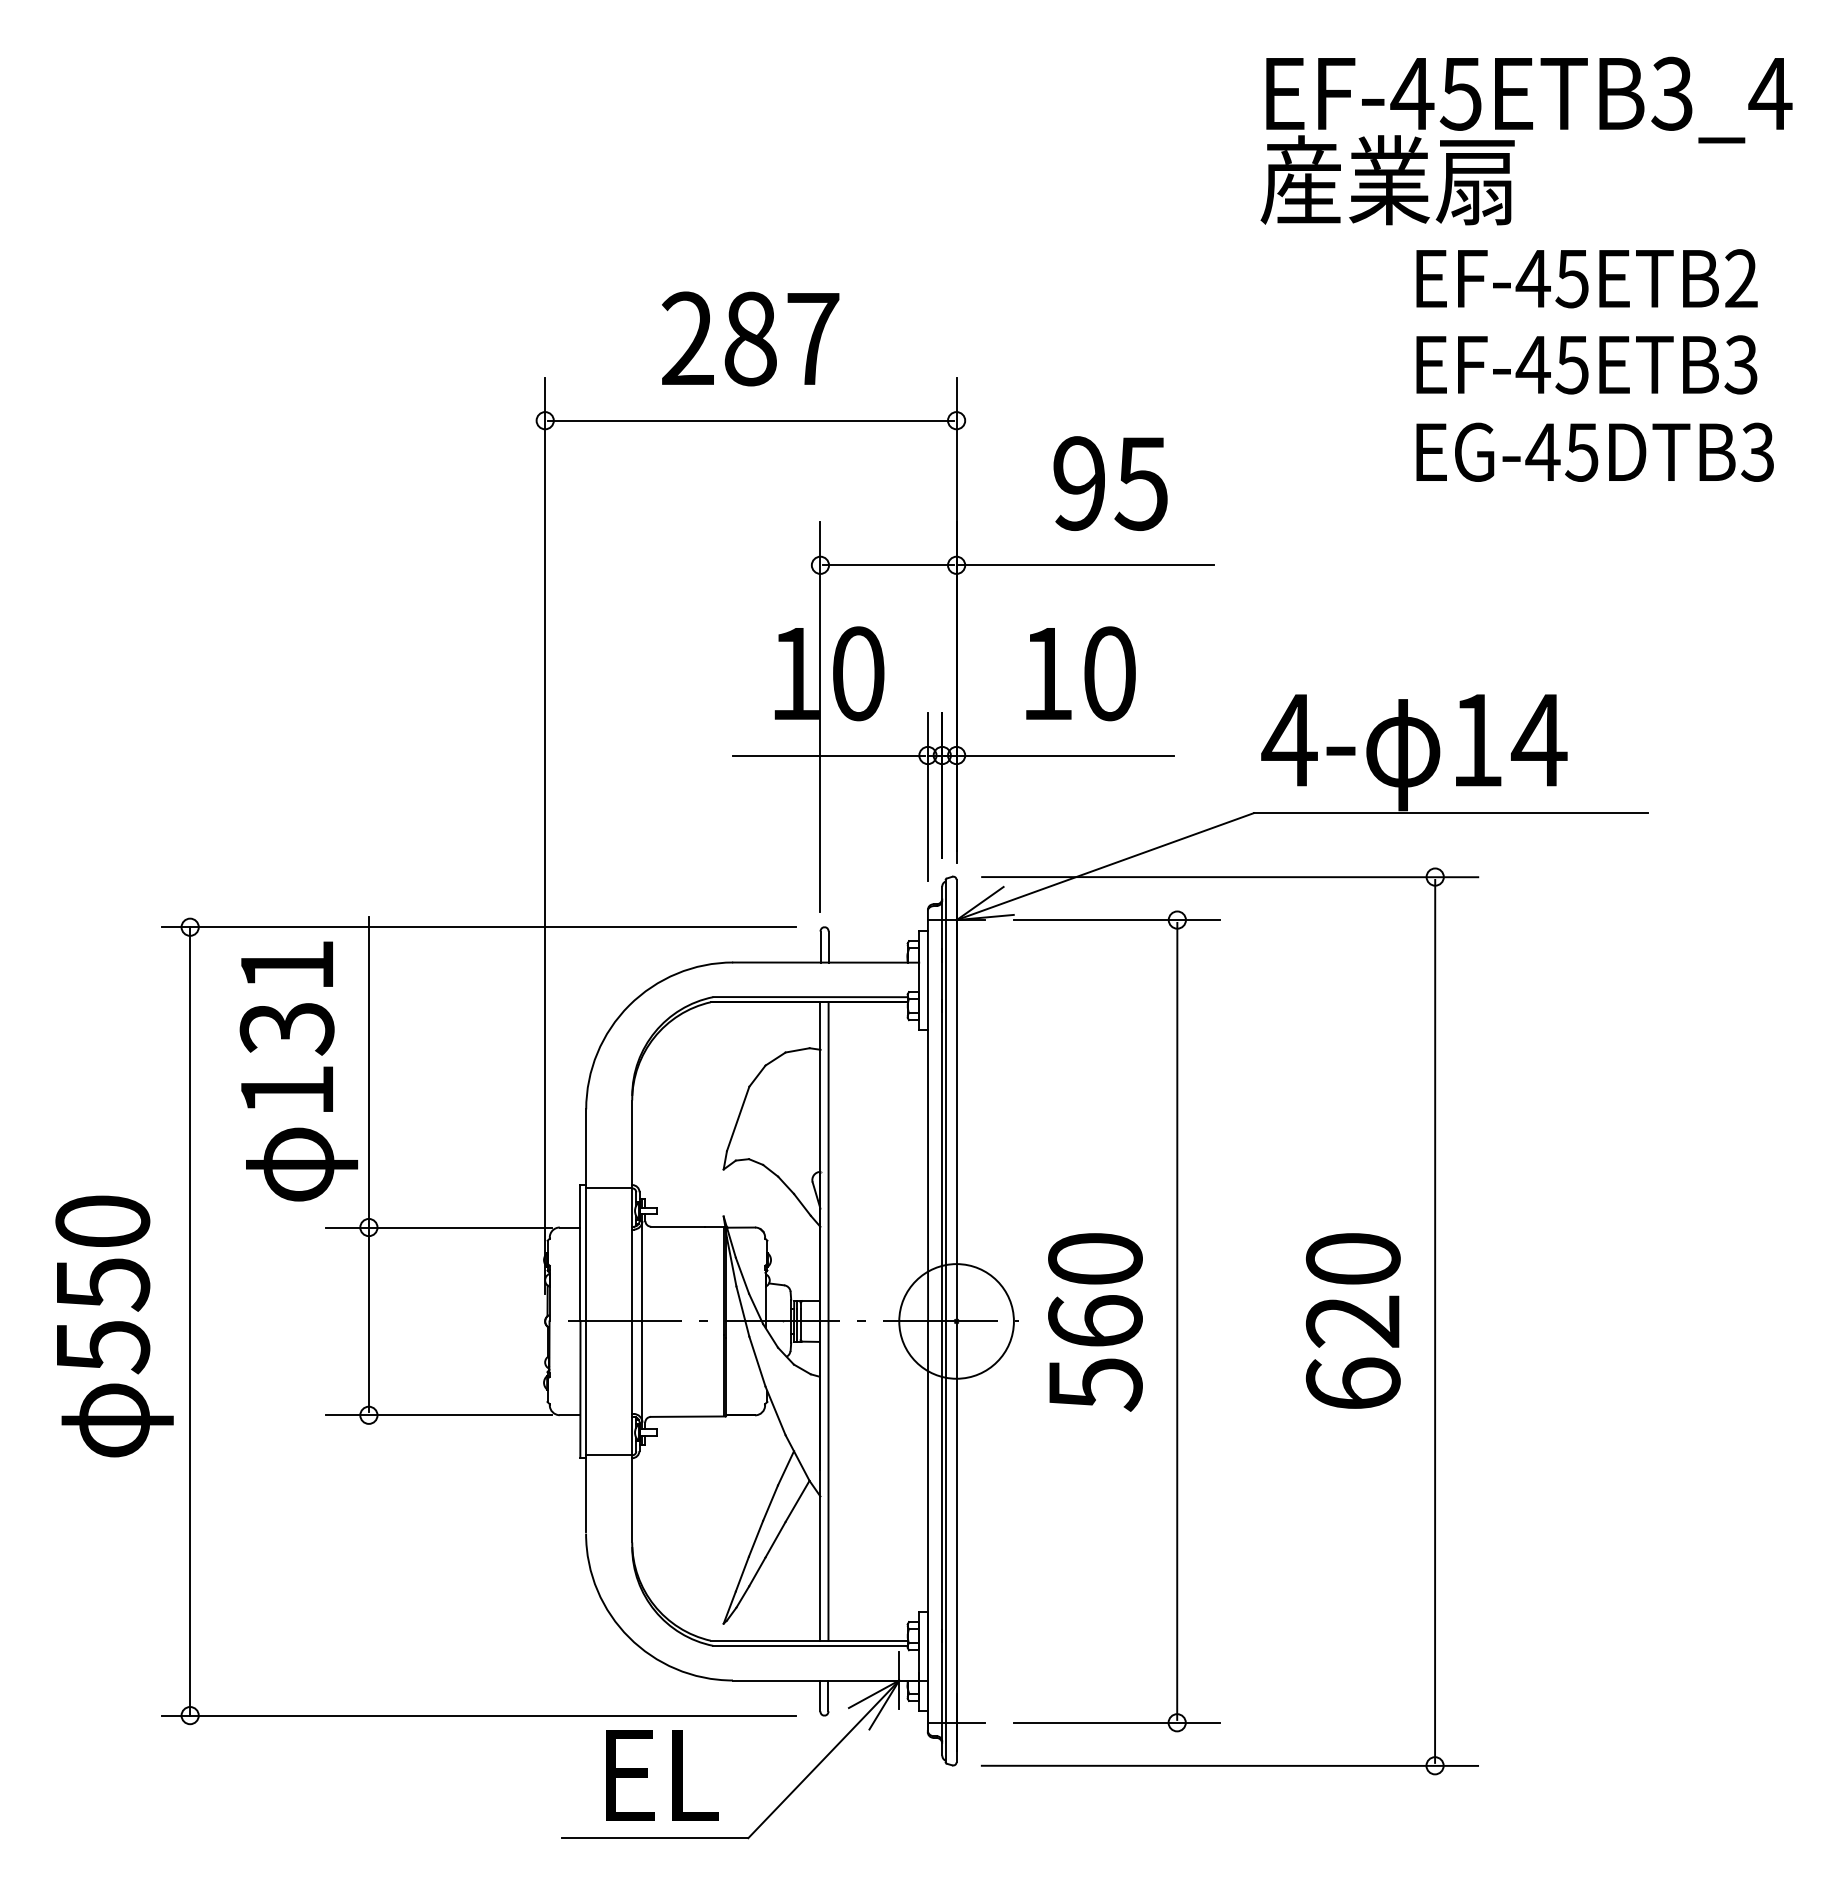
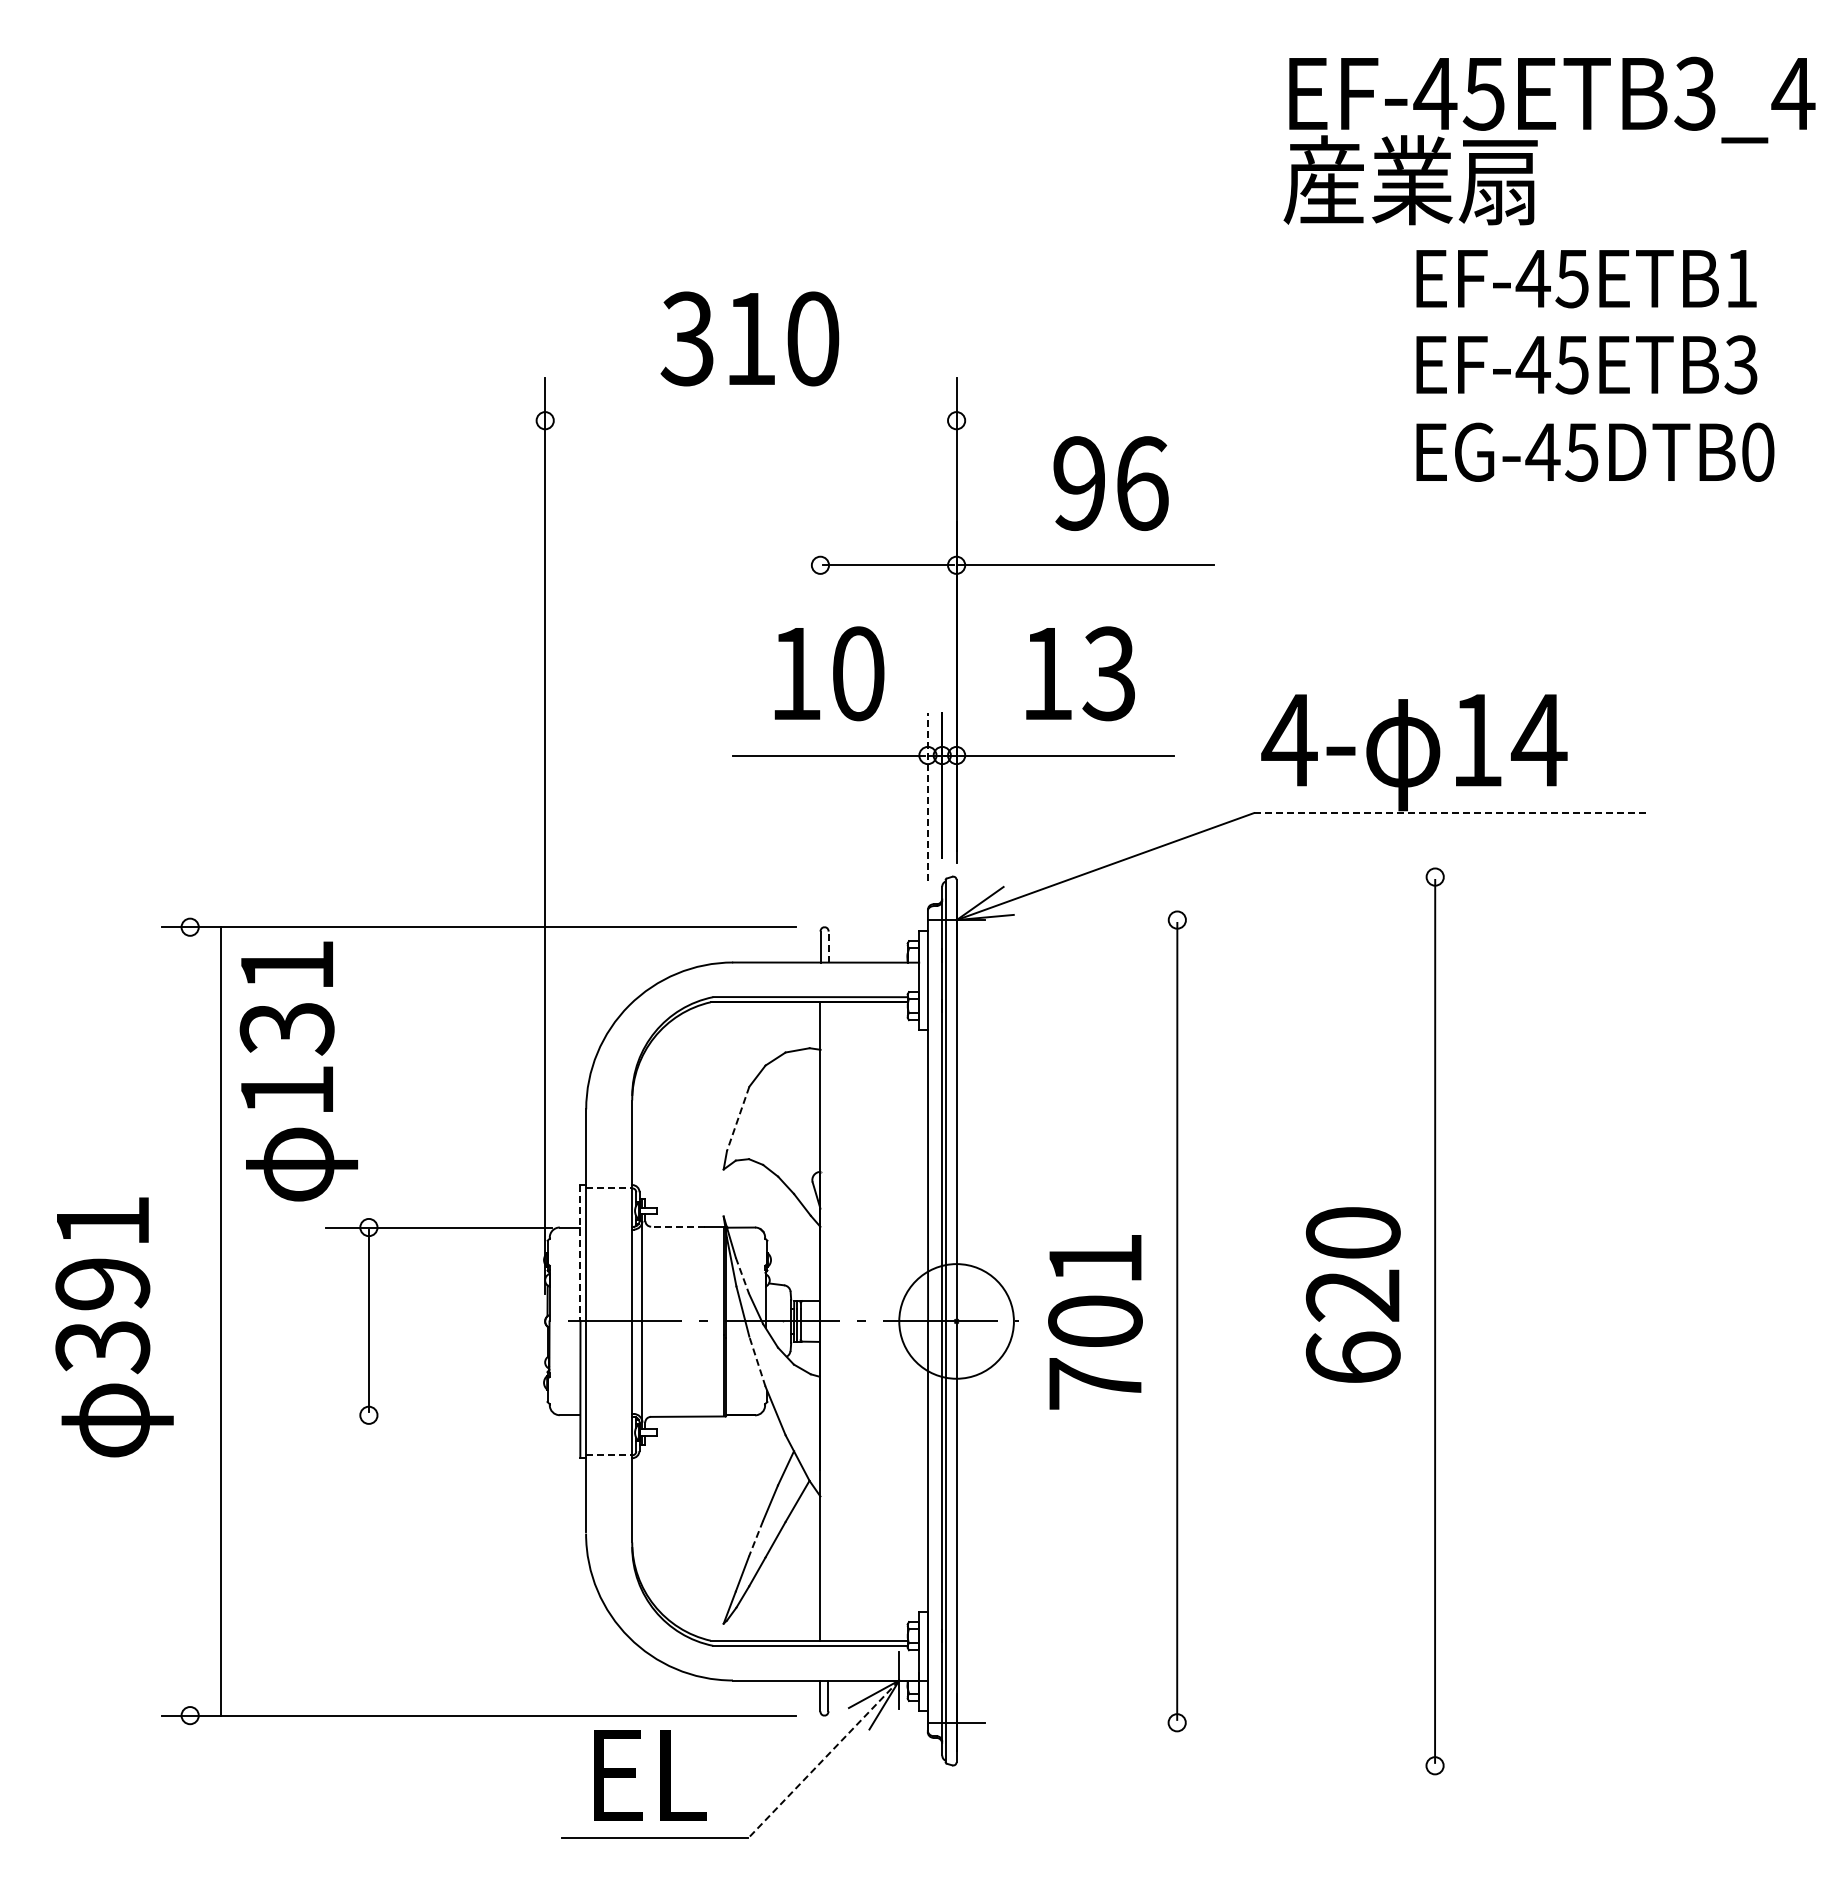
text at (1526, 140) position: (1526, 140) -> (1549, 140)
text at (1741, 278): EF-45ETB2 -> EF-45ETB1
text at (749, 338): 287 -> 310
line at (750, 420): present -> none
text at (1757, 451): EG-45DTB3 -> EG-45DTB0
text at (1141, 483): 95 -> 96
text at (1108, 673): 10 -> 13
line at (820, 716): present -> none
line at (927, 796): solid -> dashed
line at (1450, 813): solid -> dashed
line at (1230, 877): present -> none
line at (1116, 920): present -> none
line at (828, 947): solid -> dashed
line at (368, 1072): present -> none
line at (737, 1119): solid -> dashed
line at (609, 1187): solid -> dashed
line at (677, 1226): solid -> dashed
line at (580, 1253): solid -> dashed
line at (742, 1276): solid -> dashed
text at (102, 1284): 550 -> 391
text at (1353, 1320) position: (1353, 1320) -> (1353, 1294)
line at (190, 1321) position: (190, 1321) -> (221, 1321)
line at (828, 1321): present -> none
text at (1095, 1322): 560 -> 701
line at (757, 1361): solid -> dashed
line at (438, 1415): present -> none
line at (609, 1454): solid -> dashed
line at (755, 1539): solid -> dashed
line at (1116, 1722): present -> none
line at (823, 1759): solid -> dashed
line at (1229, 1765): present -> none
text at (662, 1775) position: (662, 1775) -> (650, 1775)
